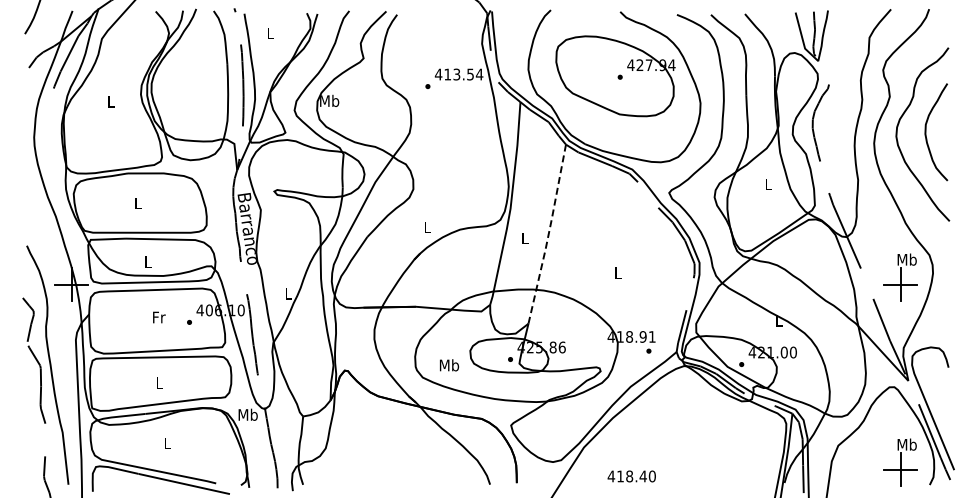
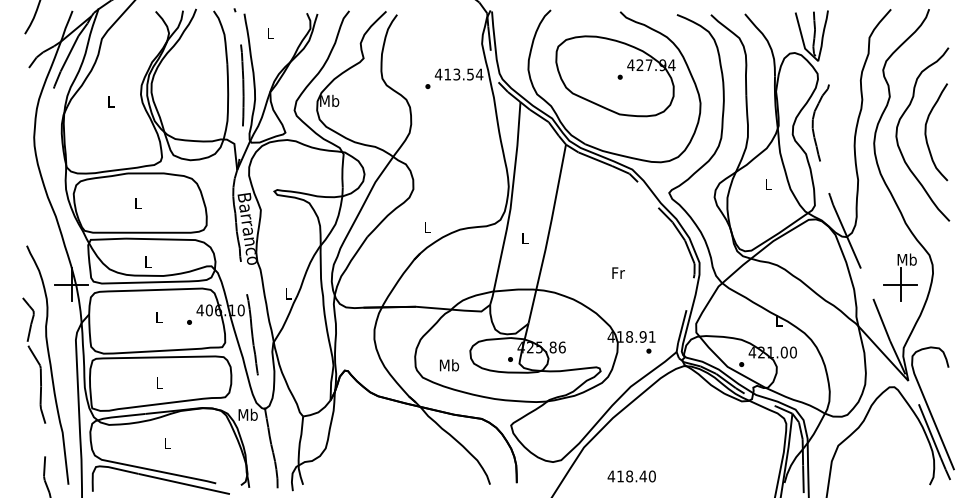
line at (548, 233): dashed -> solid
text at (618, 272): L -> Fr
text at (159, 317): Fr -> L
part at (900, 462): present -> none
